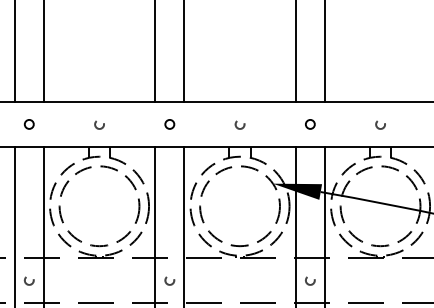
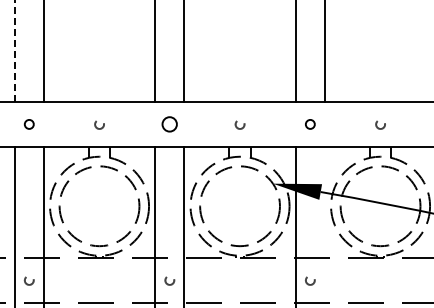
line at (14, 51): solid -> dashed
circle at (169, 124) size: 12x11 px -> 17x17 px
line at (324, 225): present -> none
